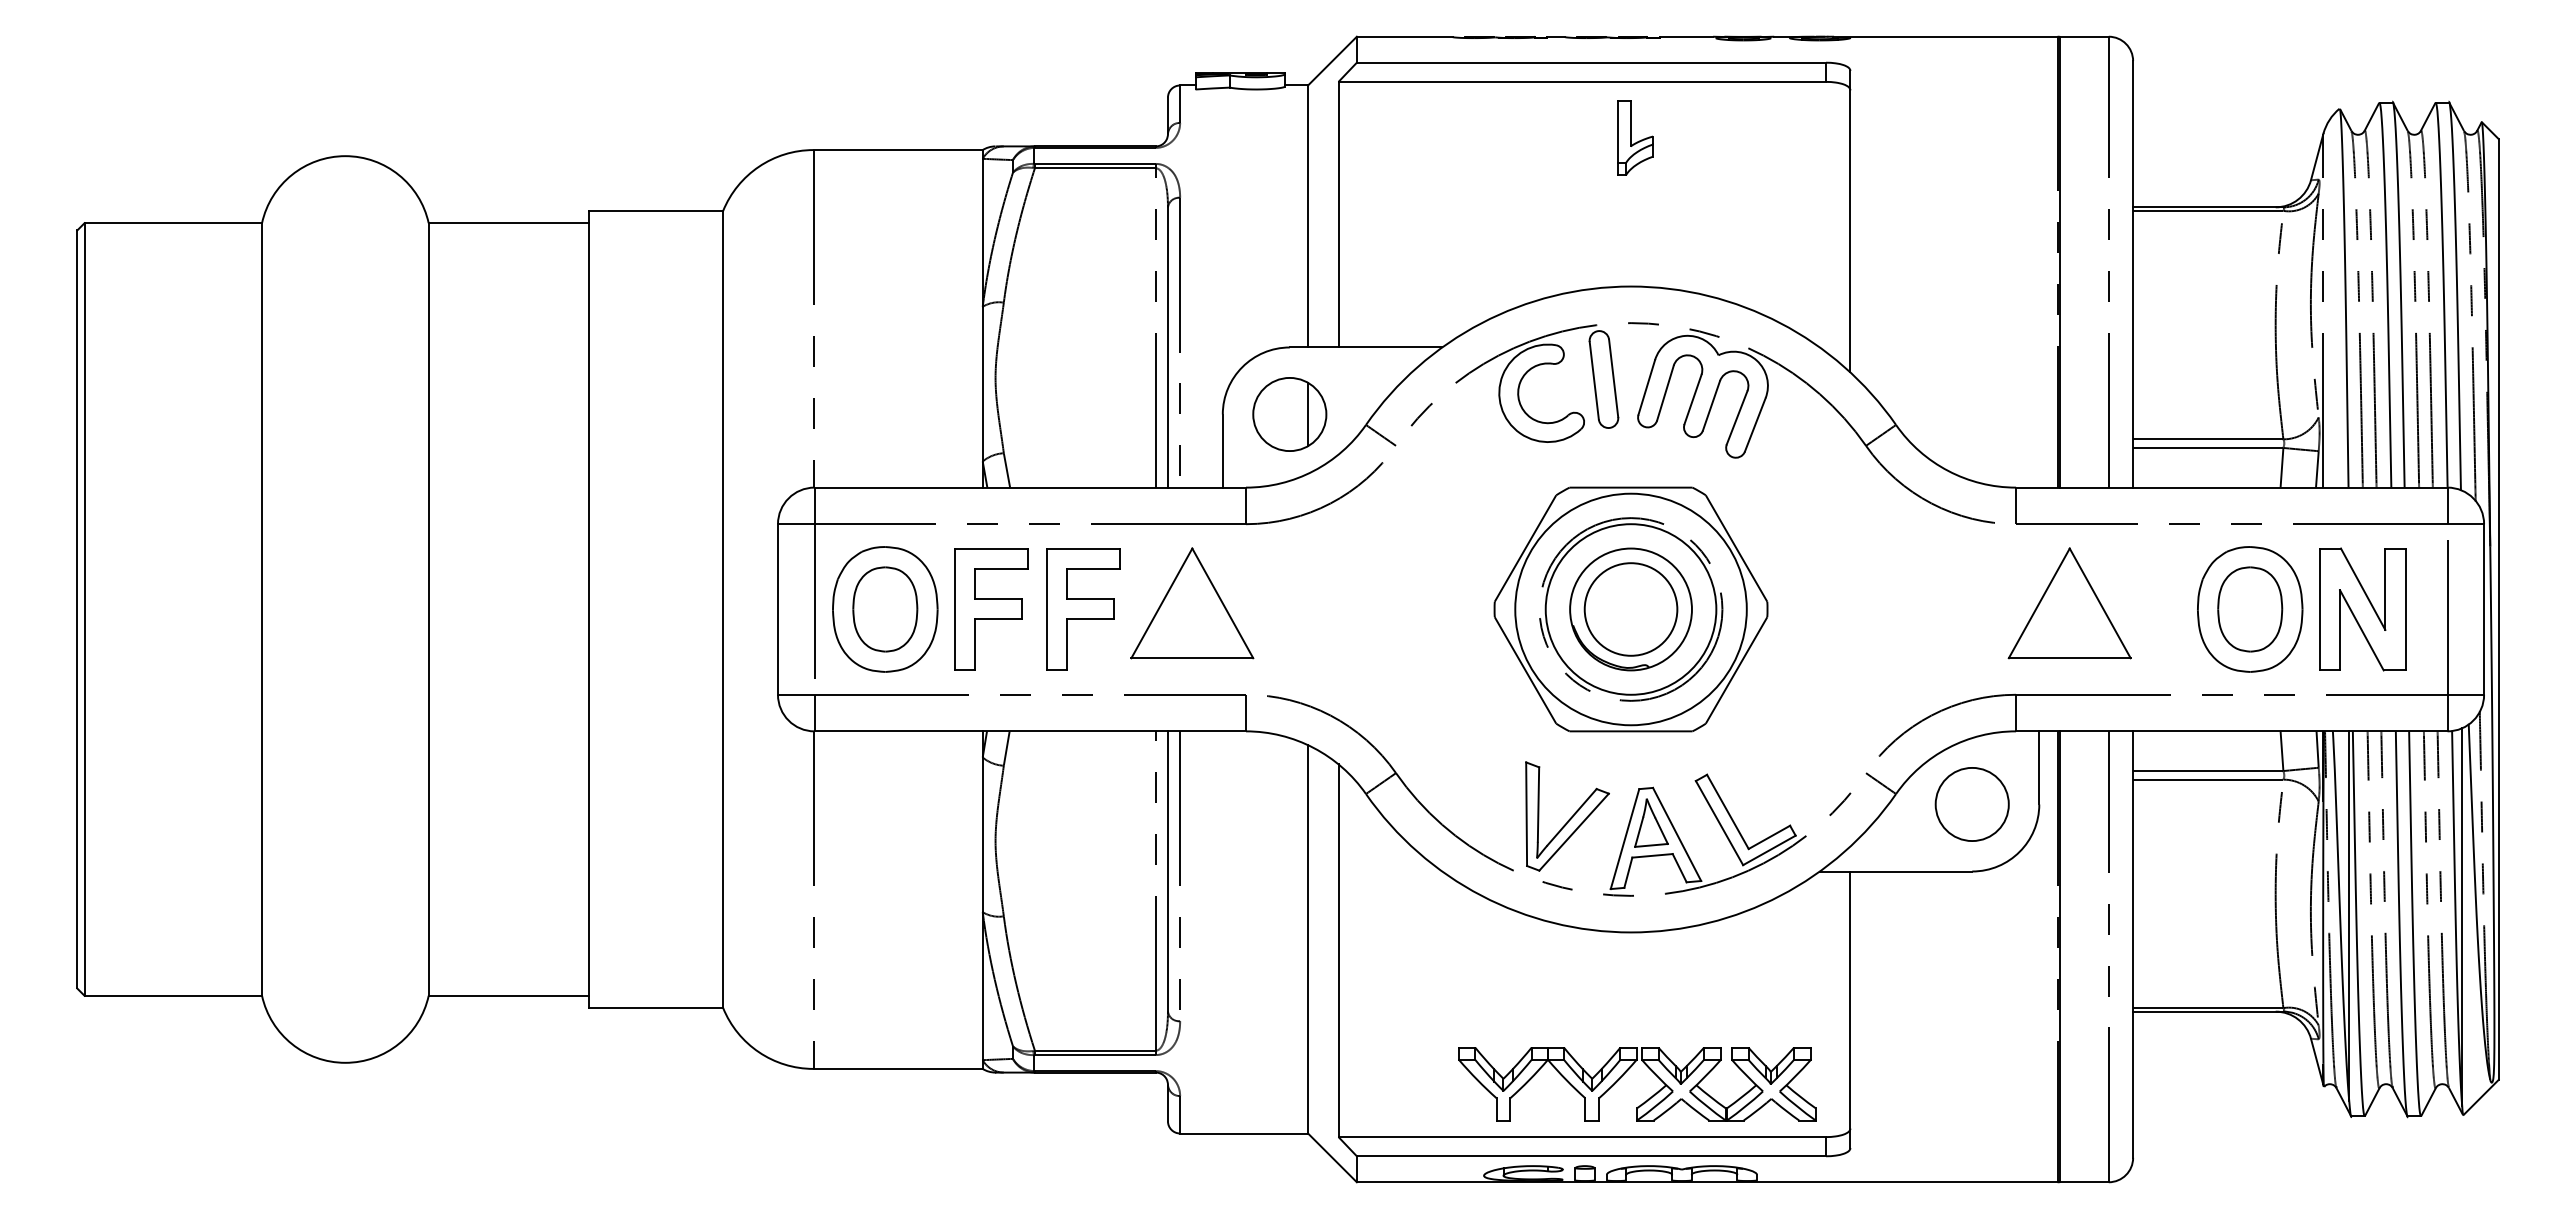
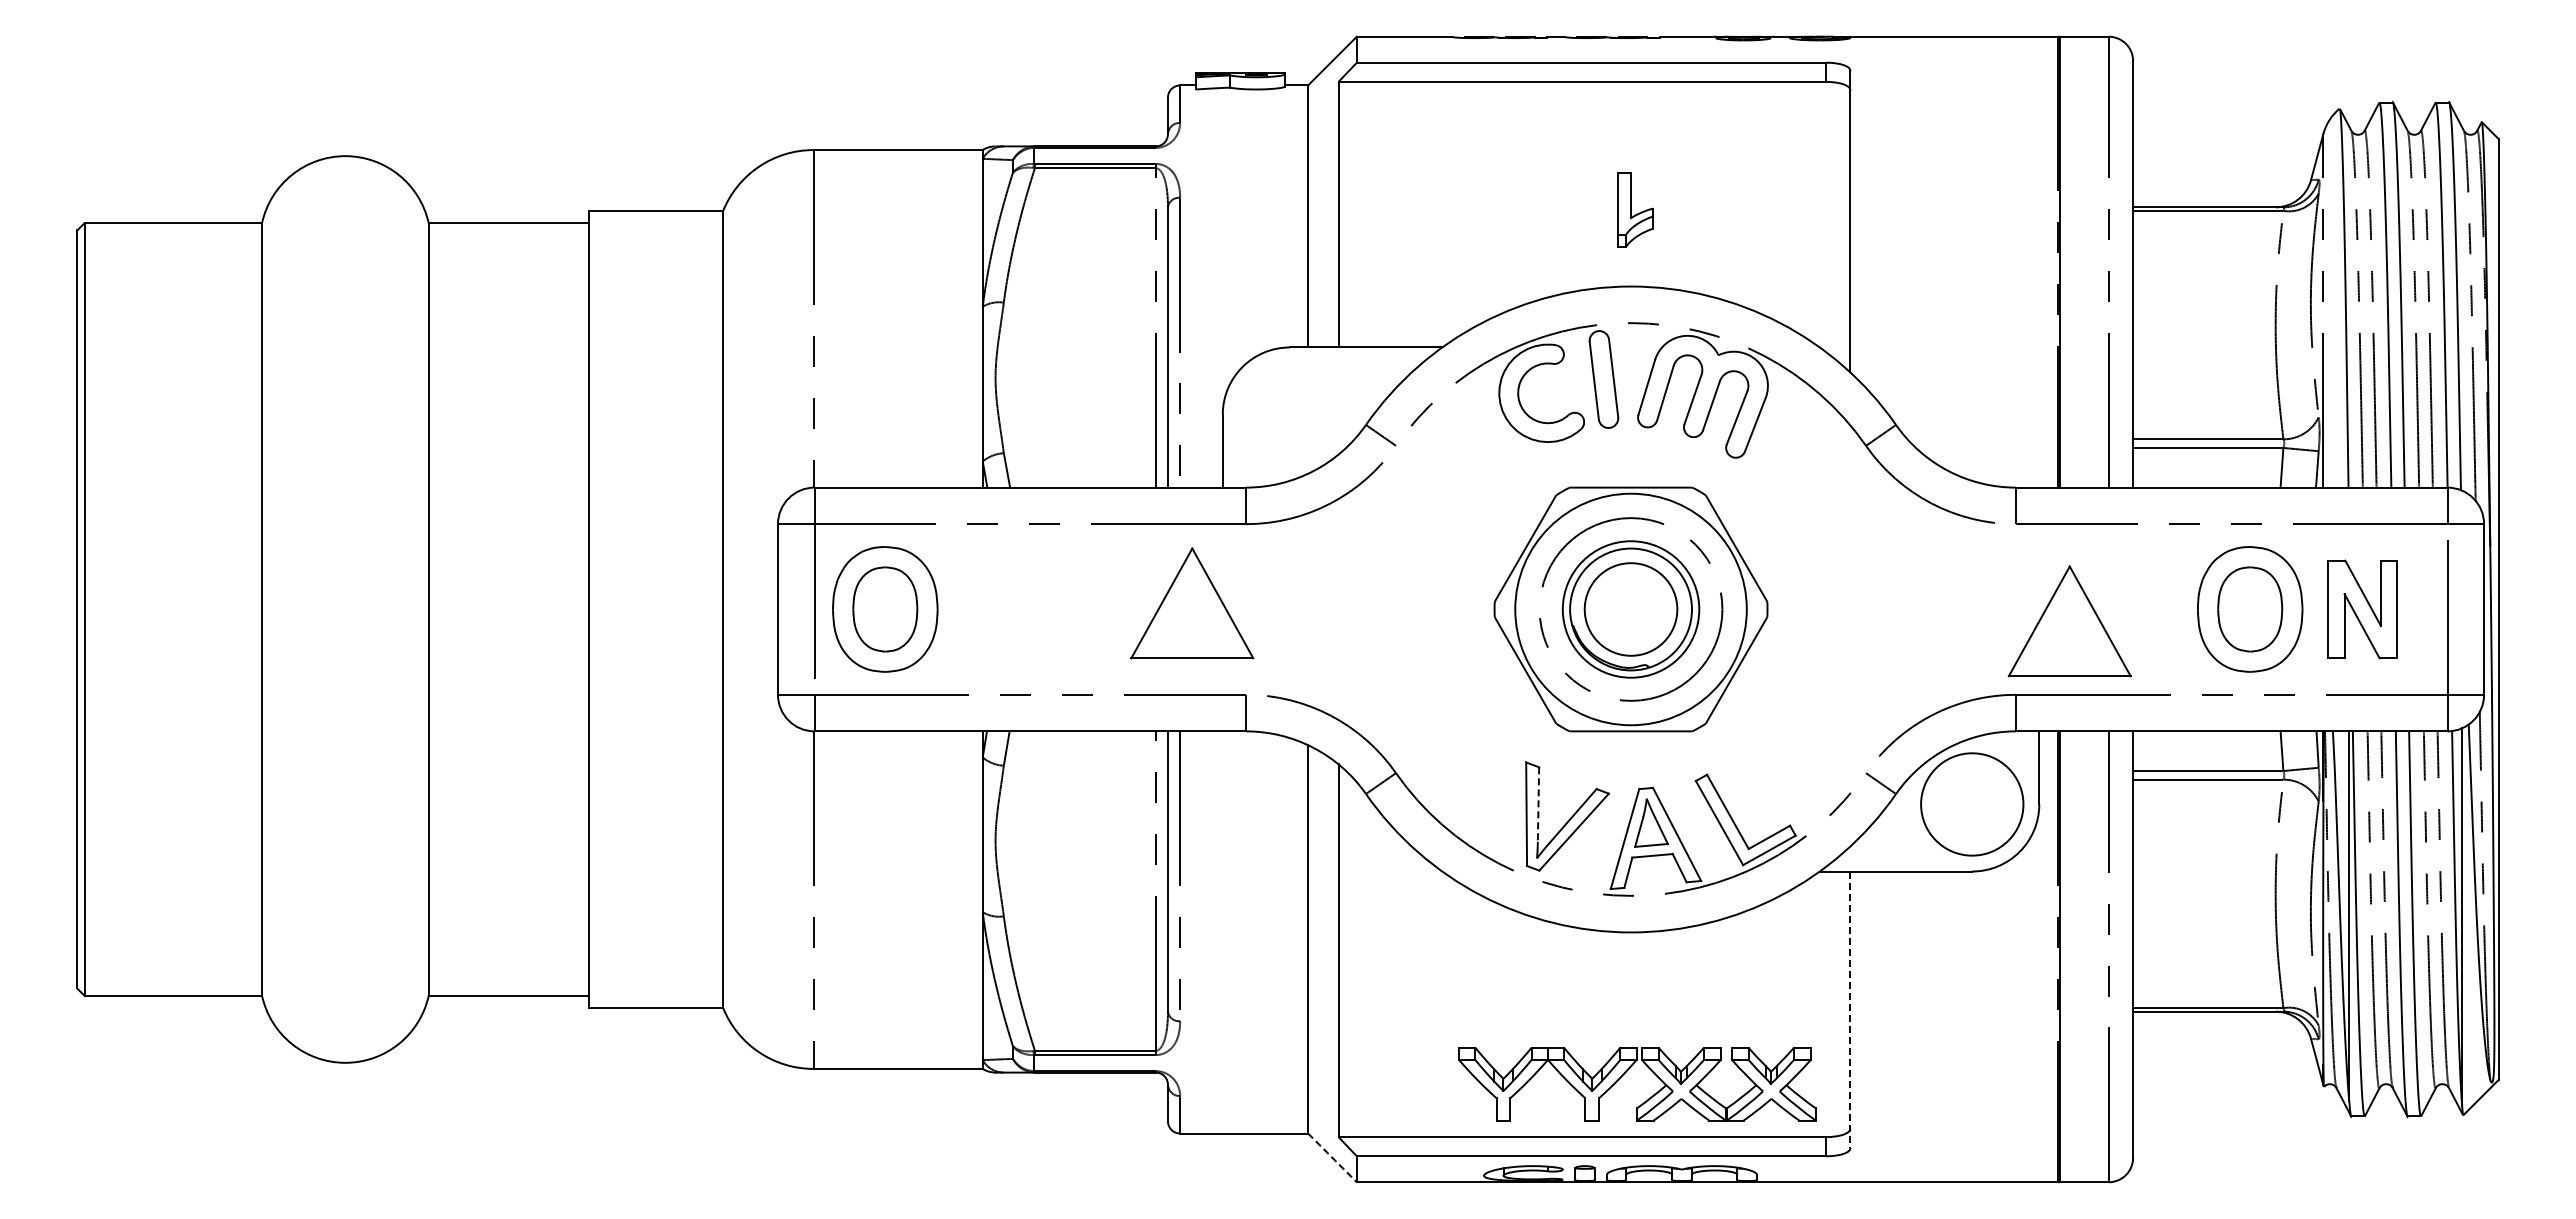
part at (1635, 137) position: (1635, 137) -> (1635, 209)
part at (1289, 414): present -> none
part at (2069, 603) position: (2069, 603) -> (2069, 621)
part at (991, 609): present -> none
part at (1083, 609): present -> none
circle at (1630, 609) diameter: 171 px -> 136 px
part at (2362, 609) size: 88x125 px -> 71x101 px
circle at (1971, 804) diameter: 73 px -> 102 px
line at (1538, 805): solid -> dashed
line at (1850, 1010): solid -> dashed
line at (1332, 1158): solid -> dashed
